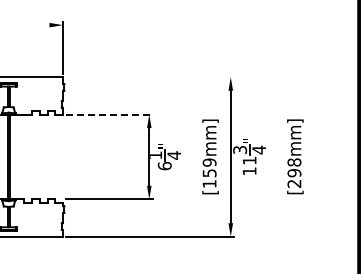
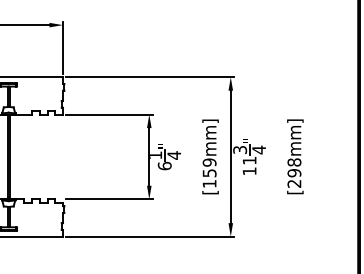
line at (25, 25): none -> present
line at (150, 77): none -> present
line at (110, 114): dashed -> solid
